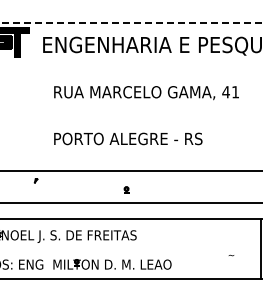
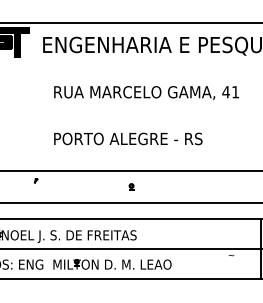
line at (131, 23): dashed -> solid
part at (126, 189) position: (126, 189) -> (131, 186)
line at (130, 249): none -> present
